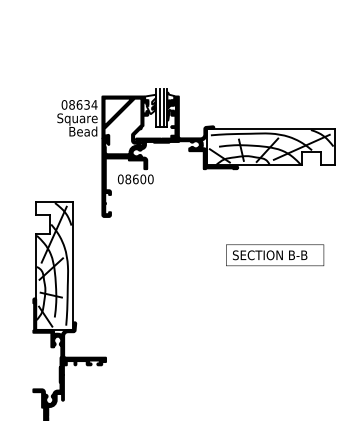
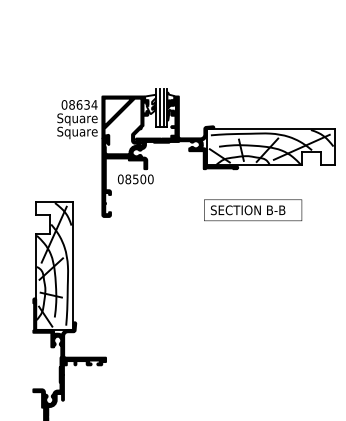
text at (77, 132): Bead -> Square
text at (135, 179): 08600 -> 08500
text at (275, 255) position: (275, 255) -> (253, 210)
